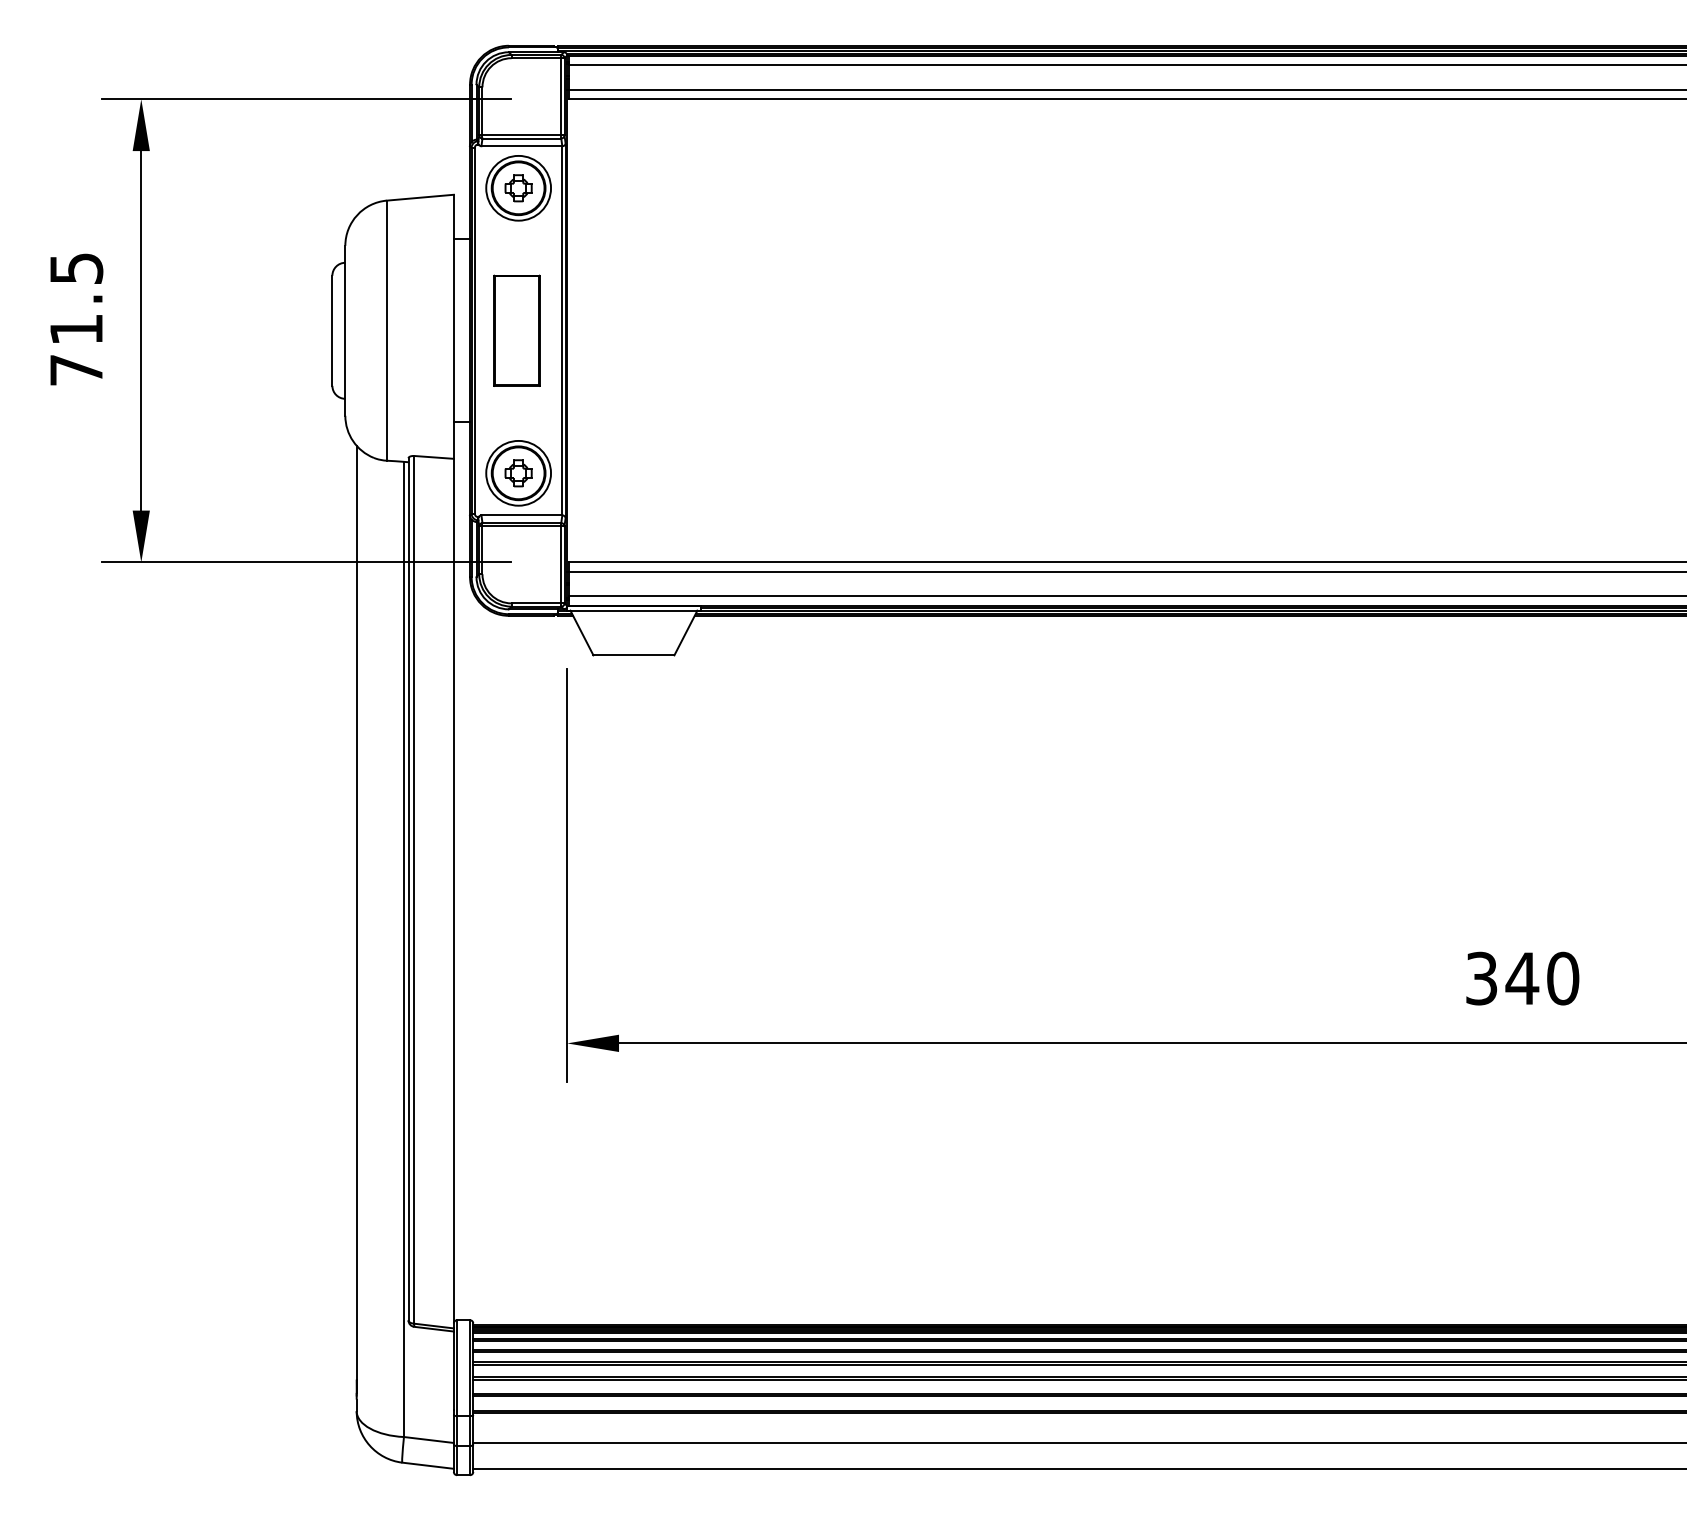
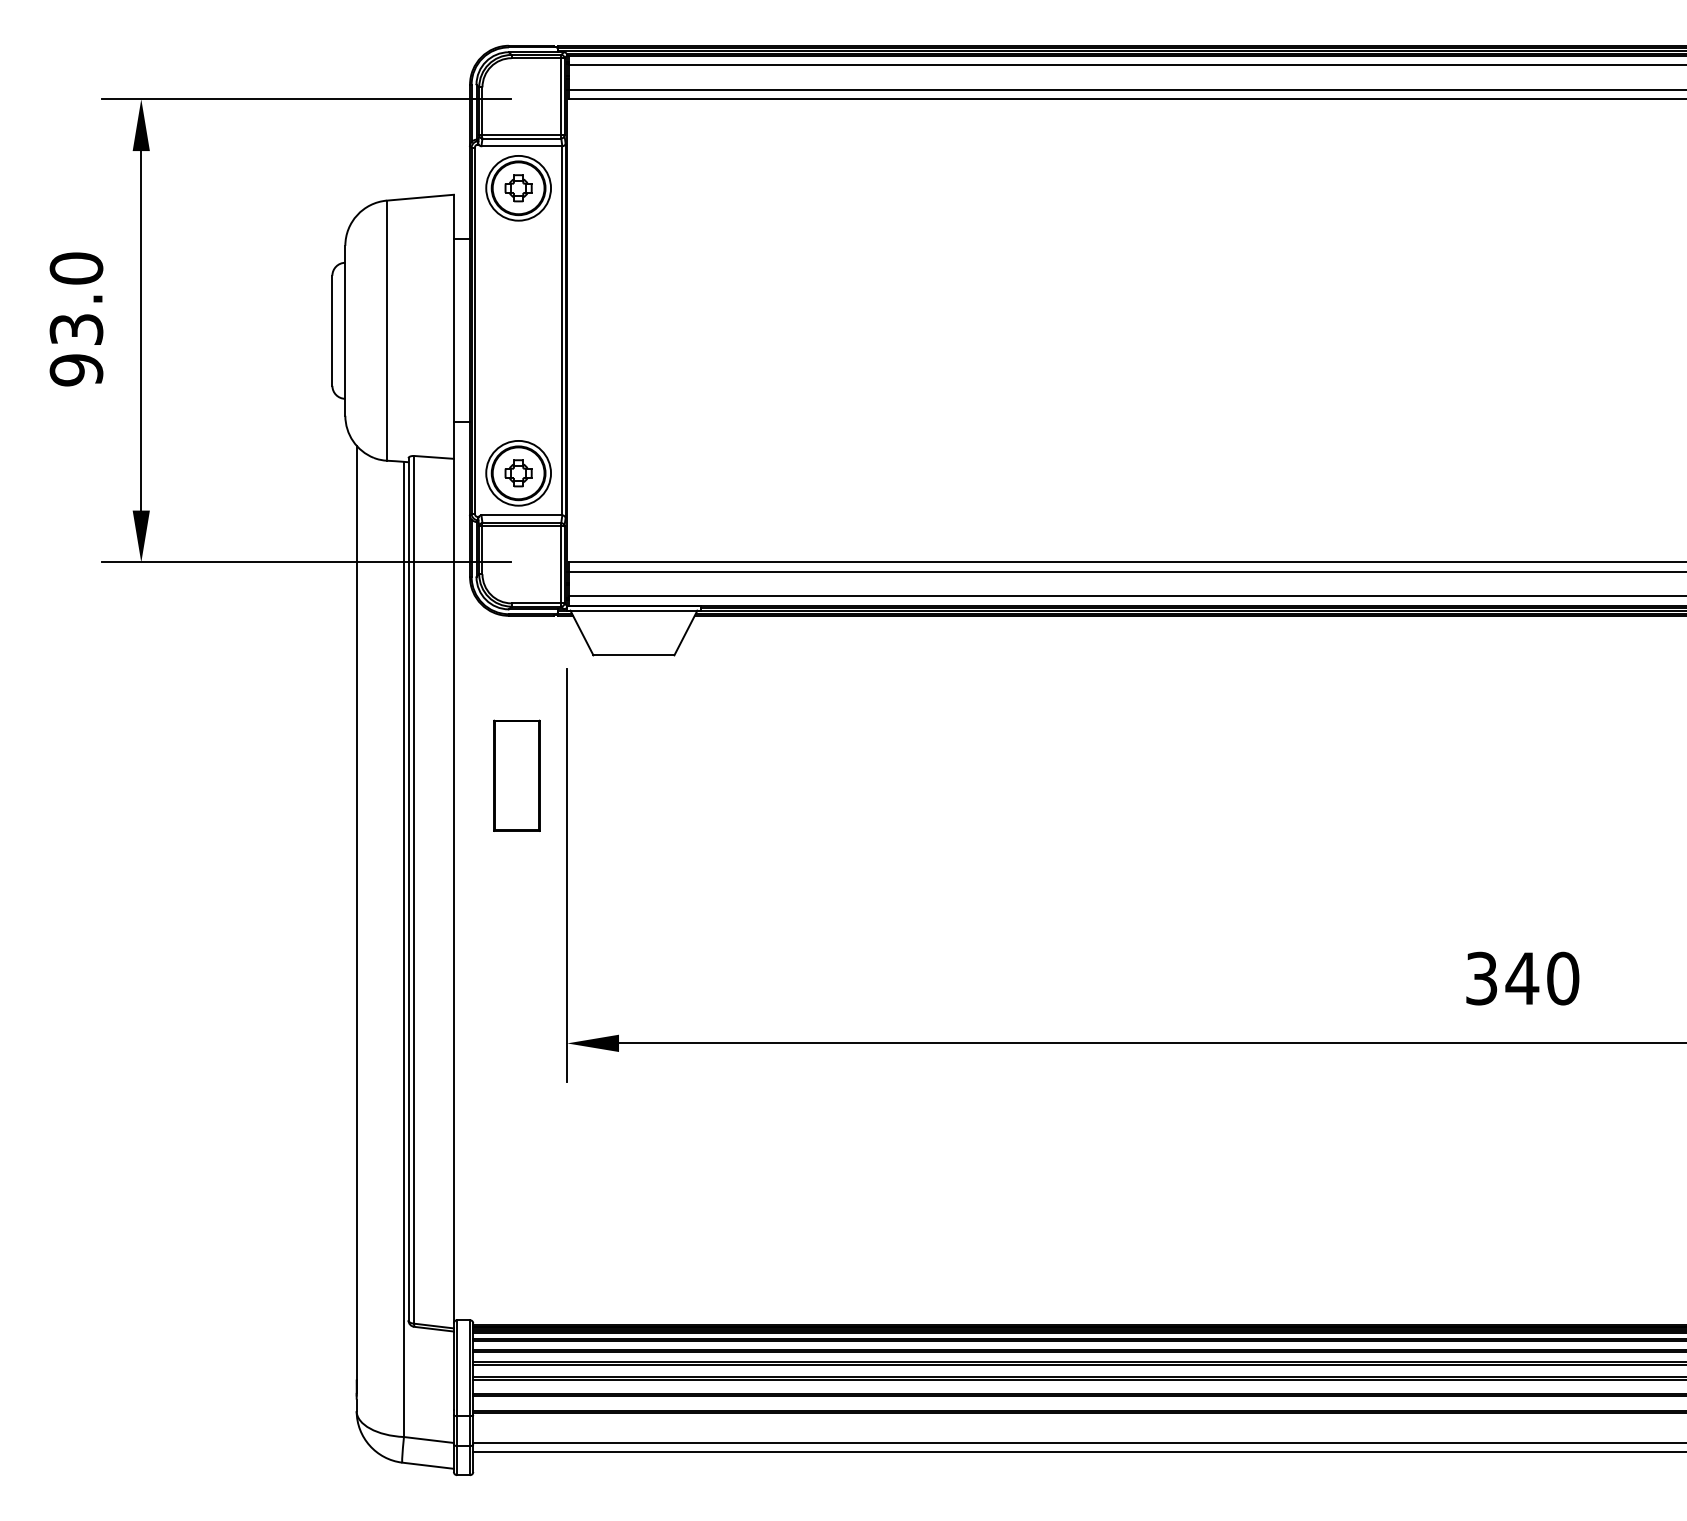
text at (76, 319): 71.5 -> 93.0
part at (516, 330) position: (516, 330) -> (516, 775)
line at (1078, 1468) position: (1078, 1468) -> (1078, 1451)
